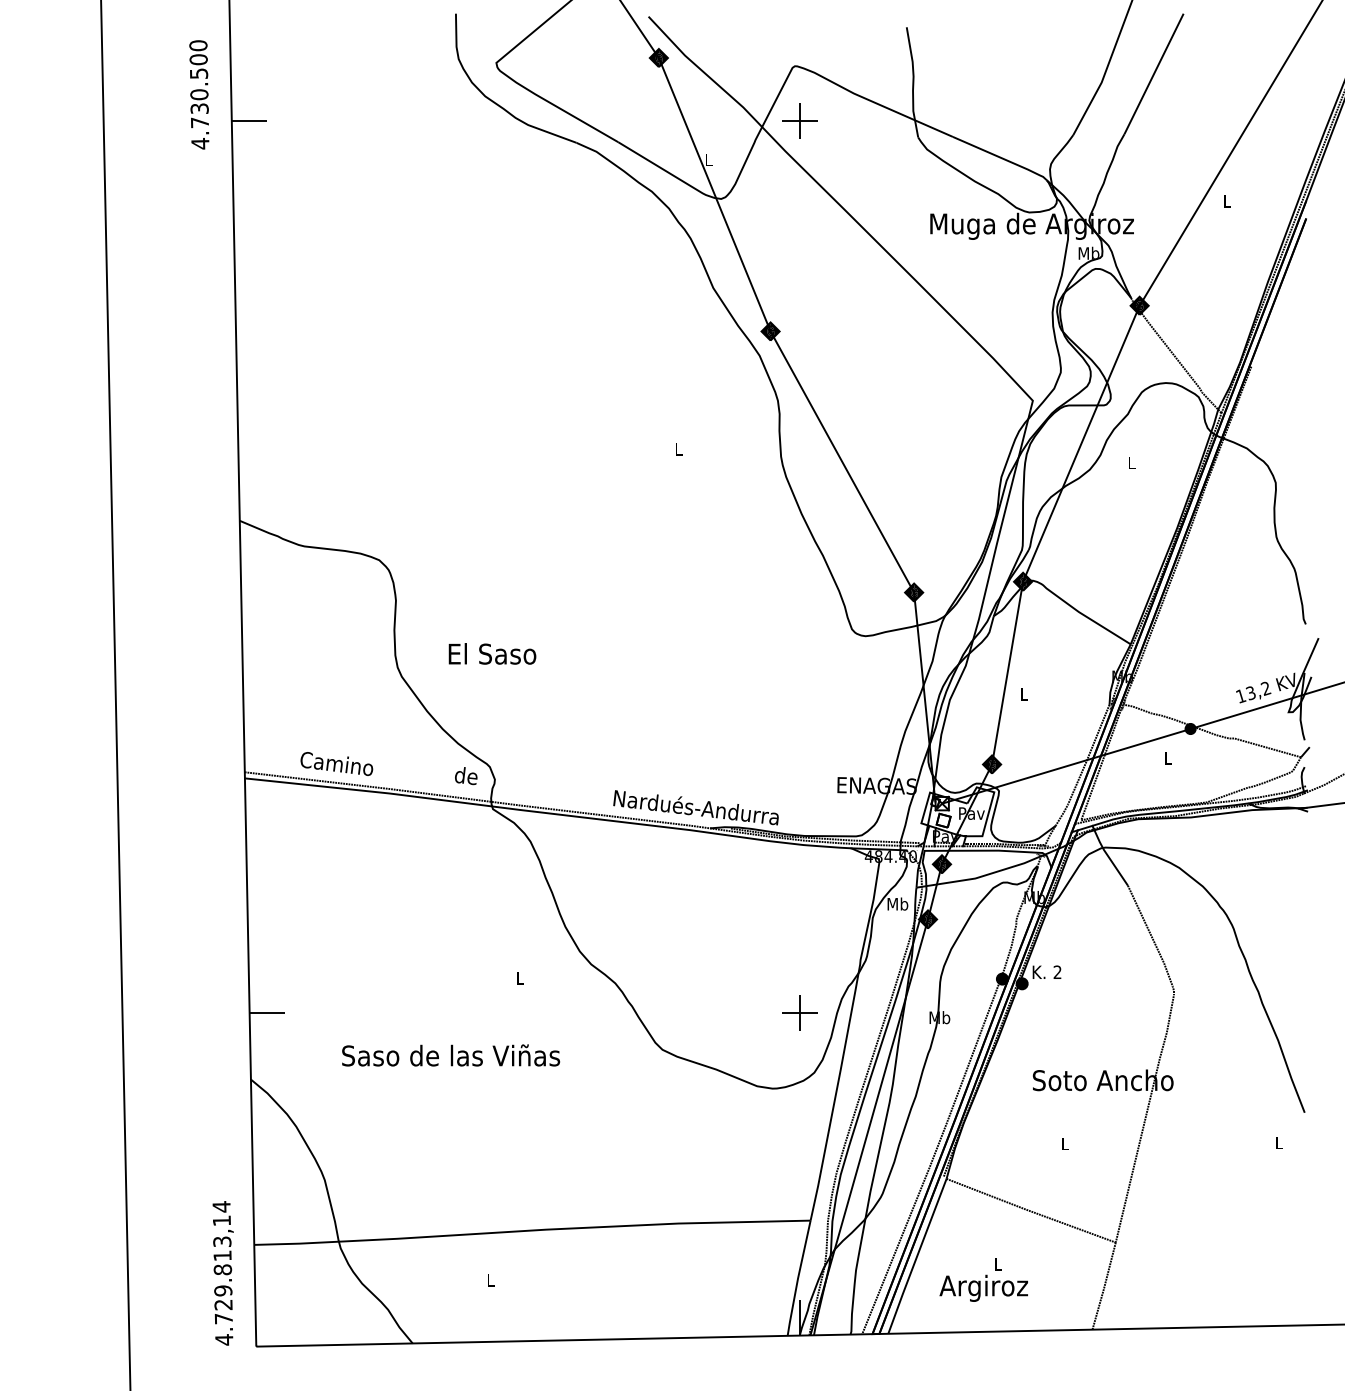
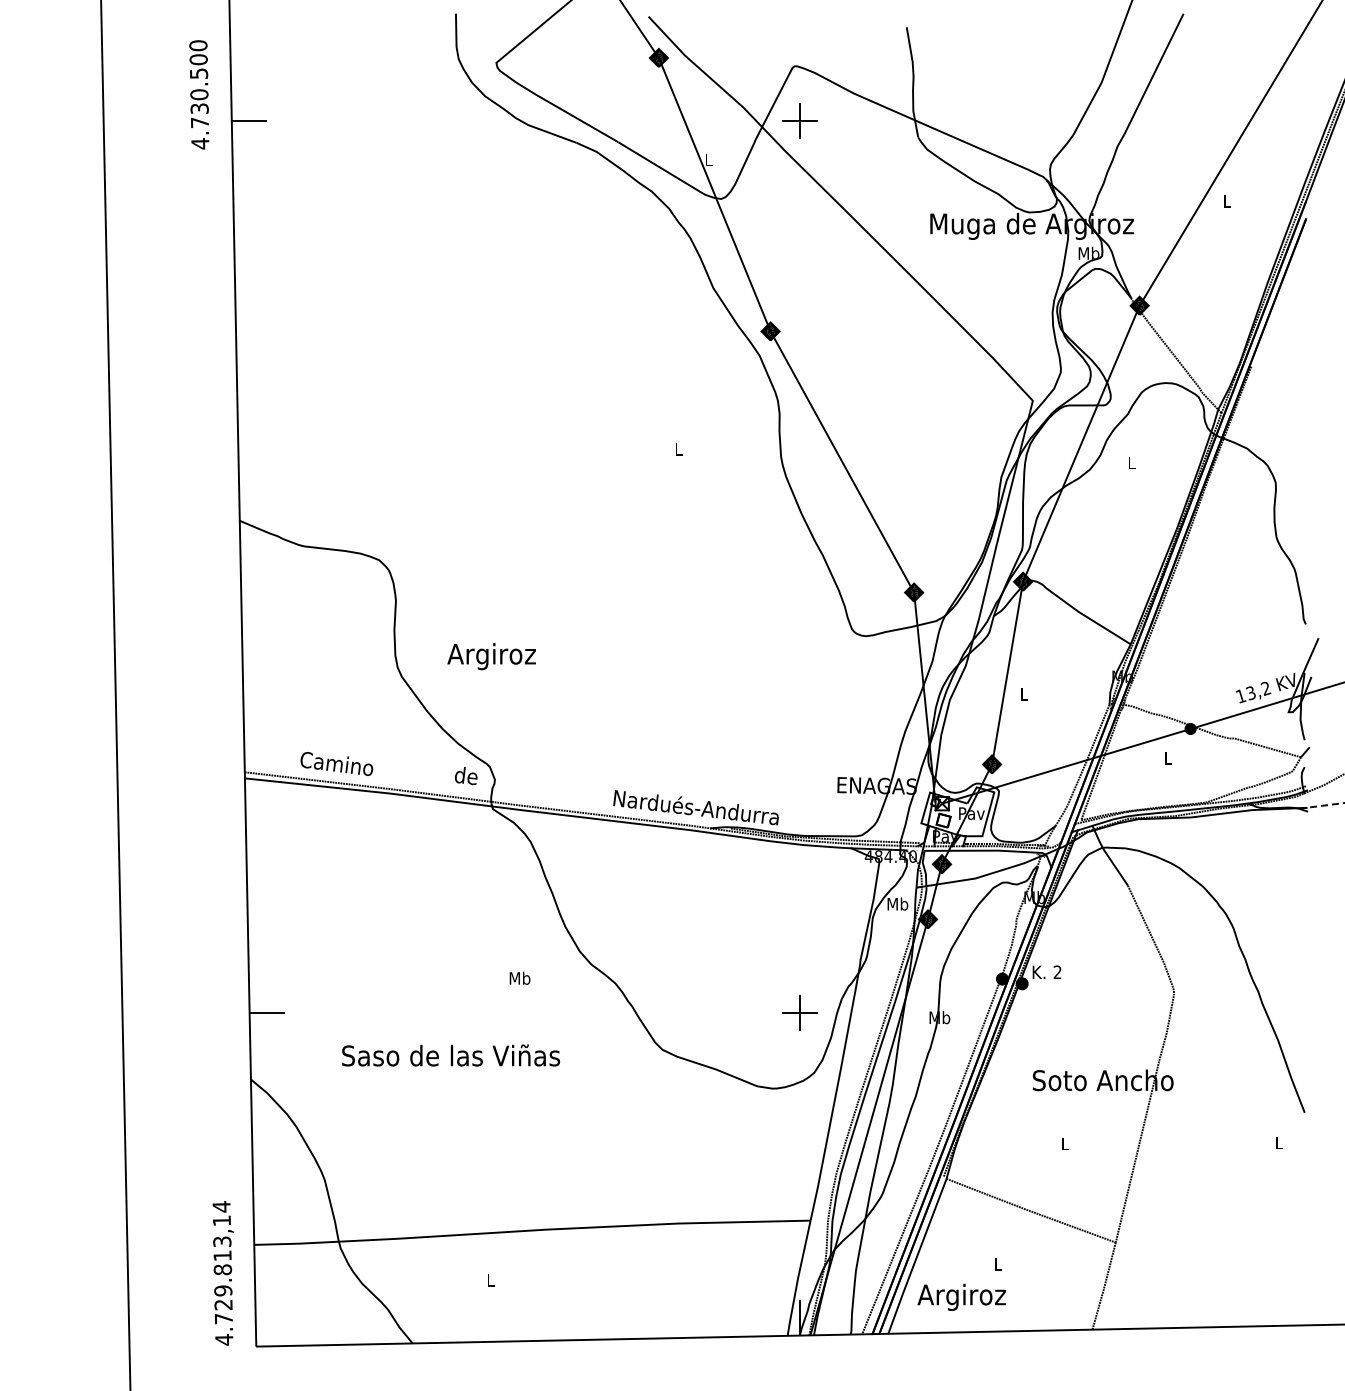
text at (491, 656): El Saso -> Argiroz
line at (1321, 805): solid -> dashed
text at (519, 977): L -> Mb
text at (983, 1287) position: (983, 1287) -> (961, 1296)
